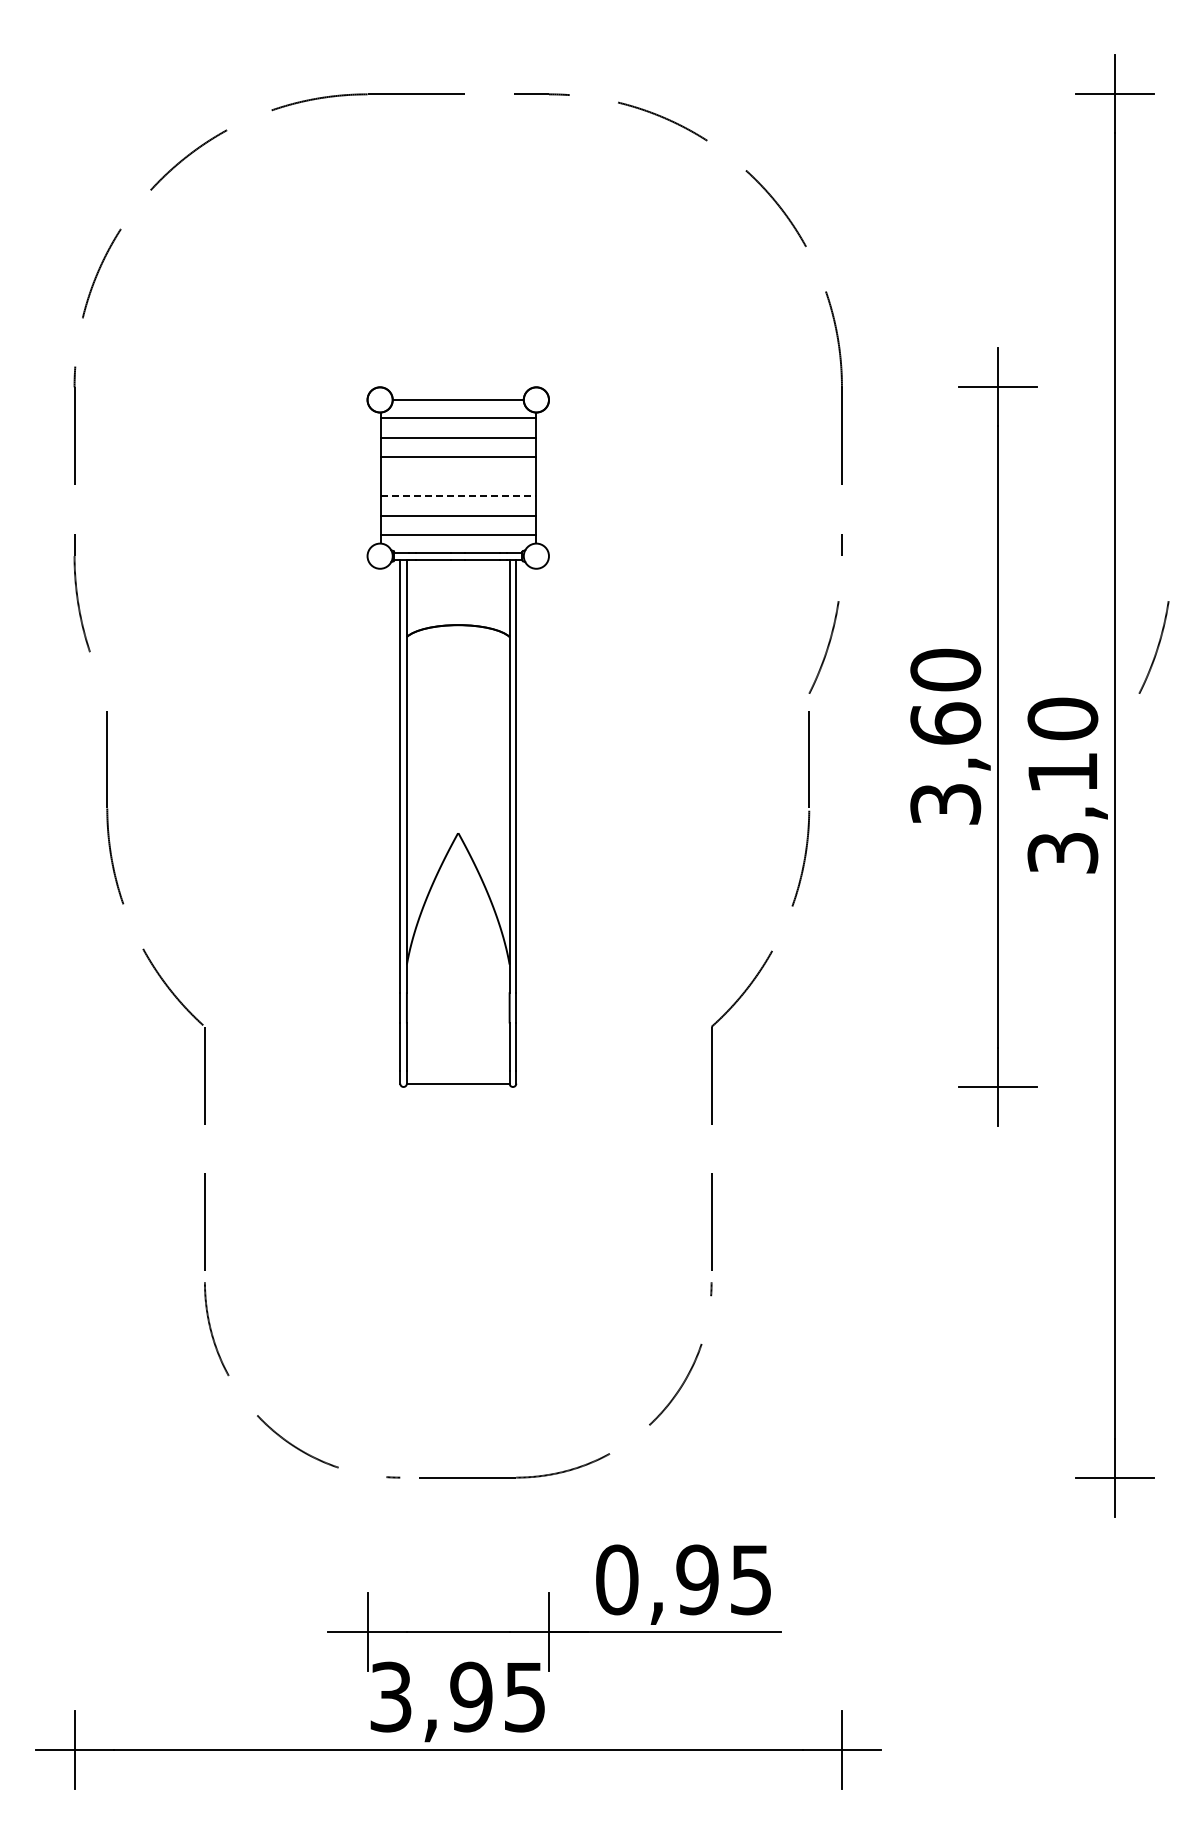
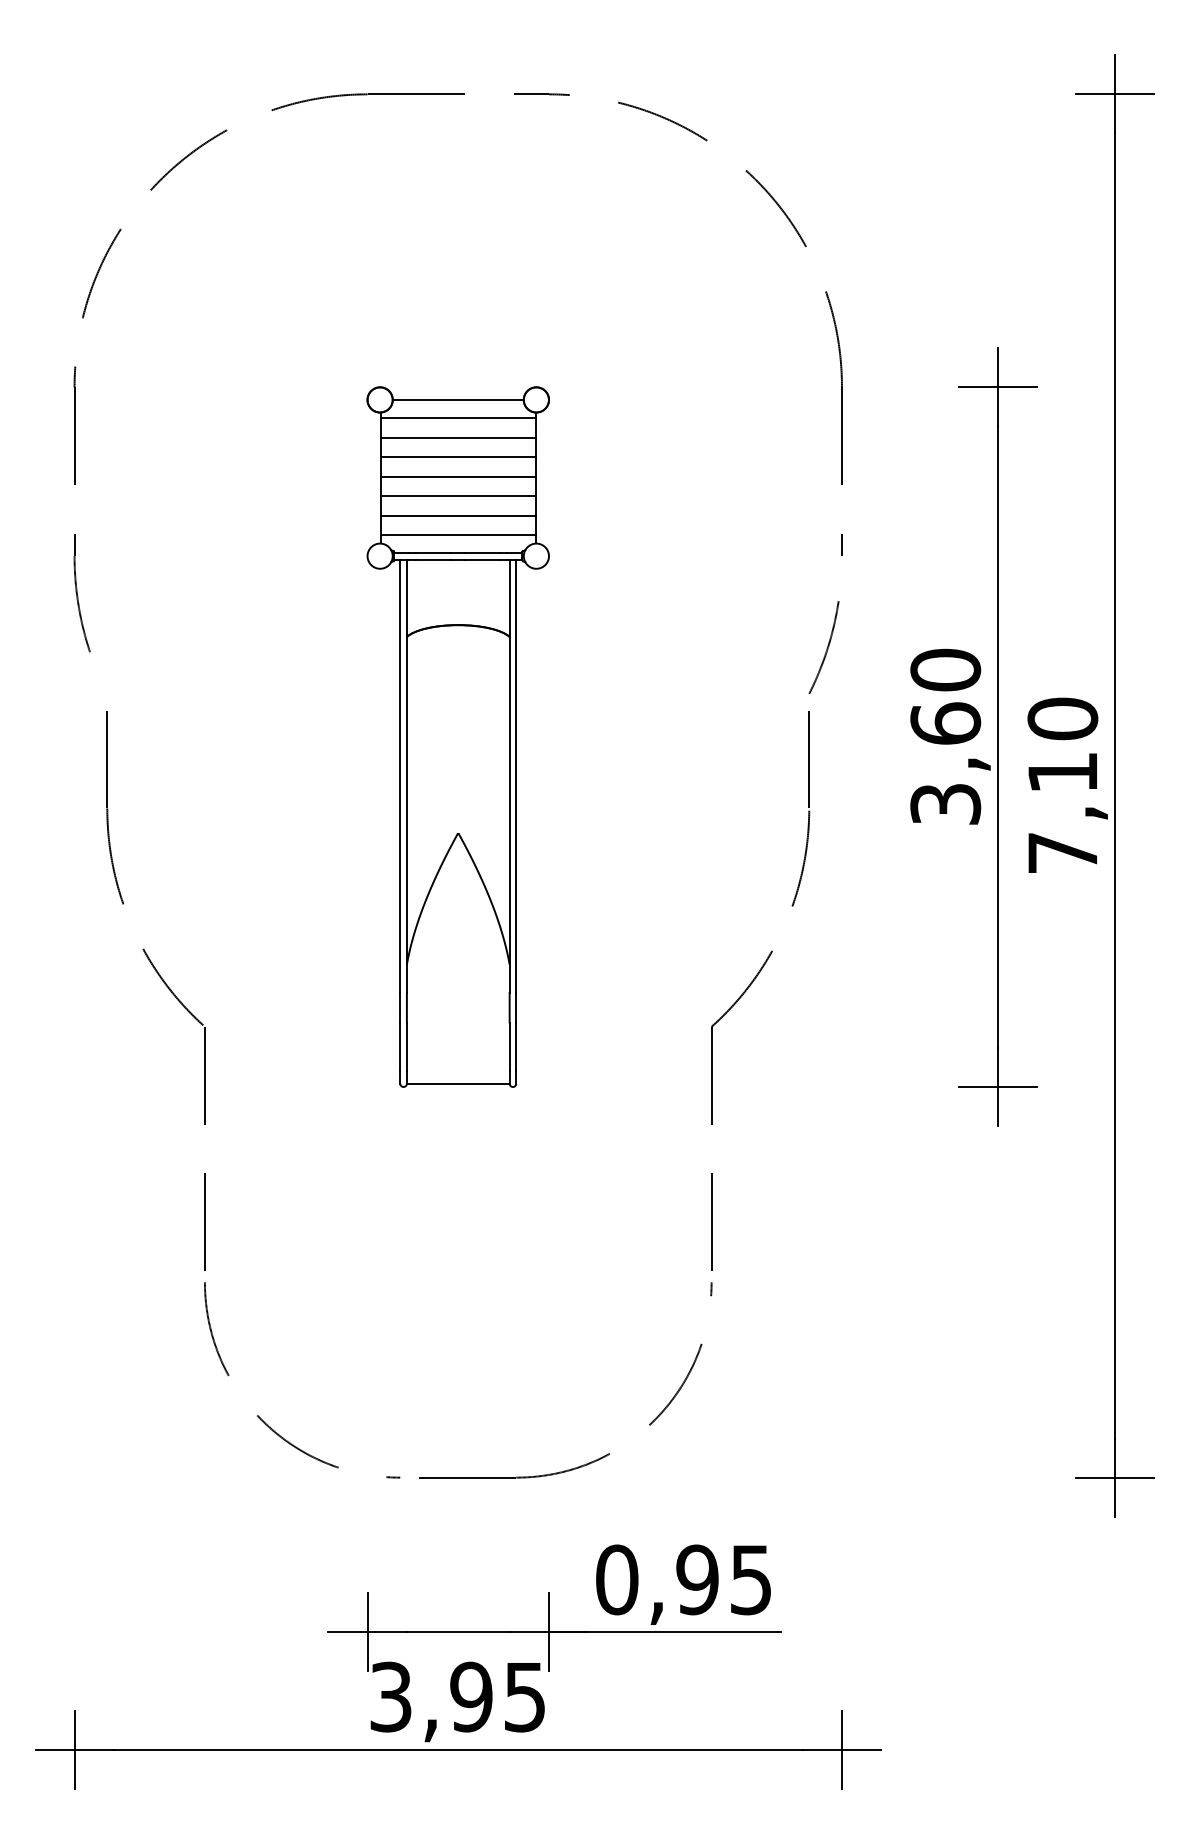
line at (457, 476): none -> present
line at (458, 496): dashed -> solid
arc at (1156, 648): present -> none
text at (1062, 853): 3,10 -> 7,10
